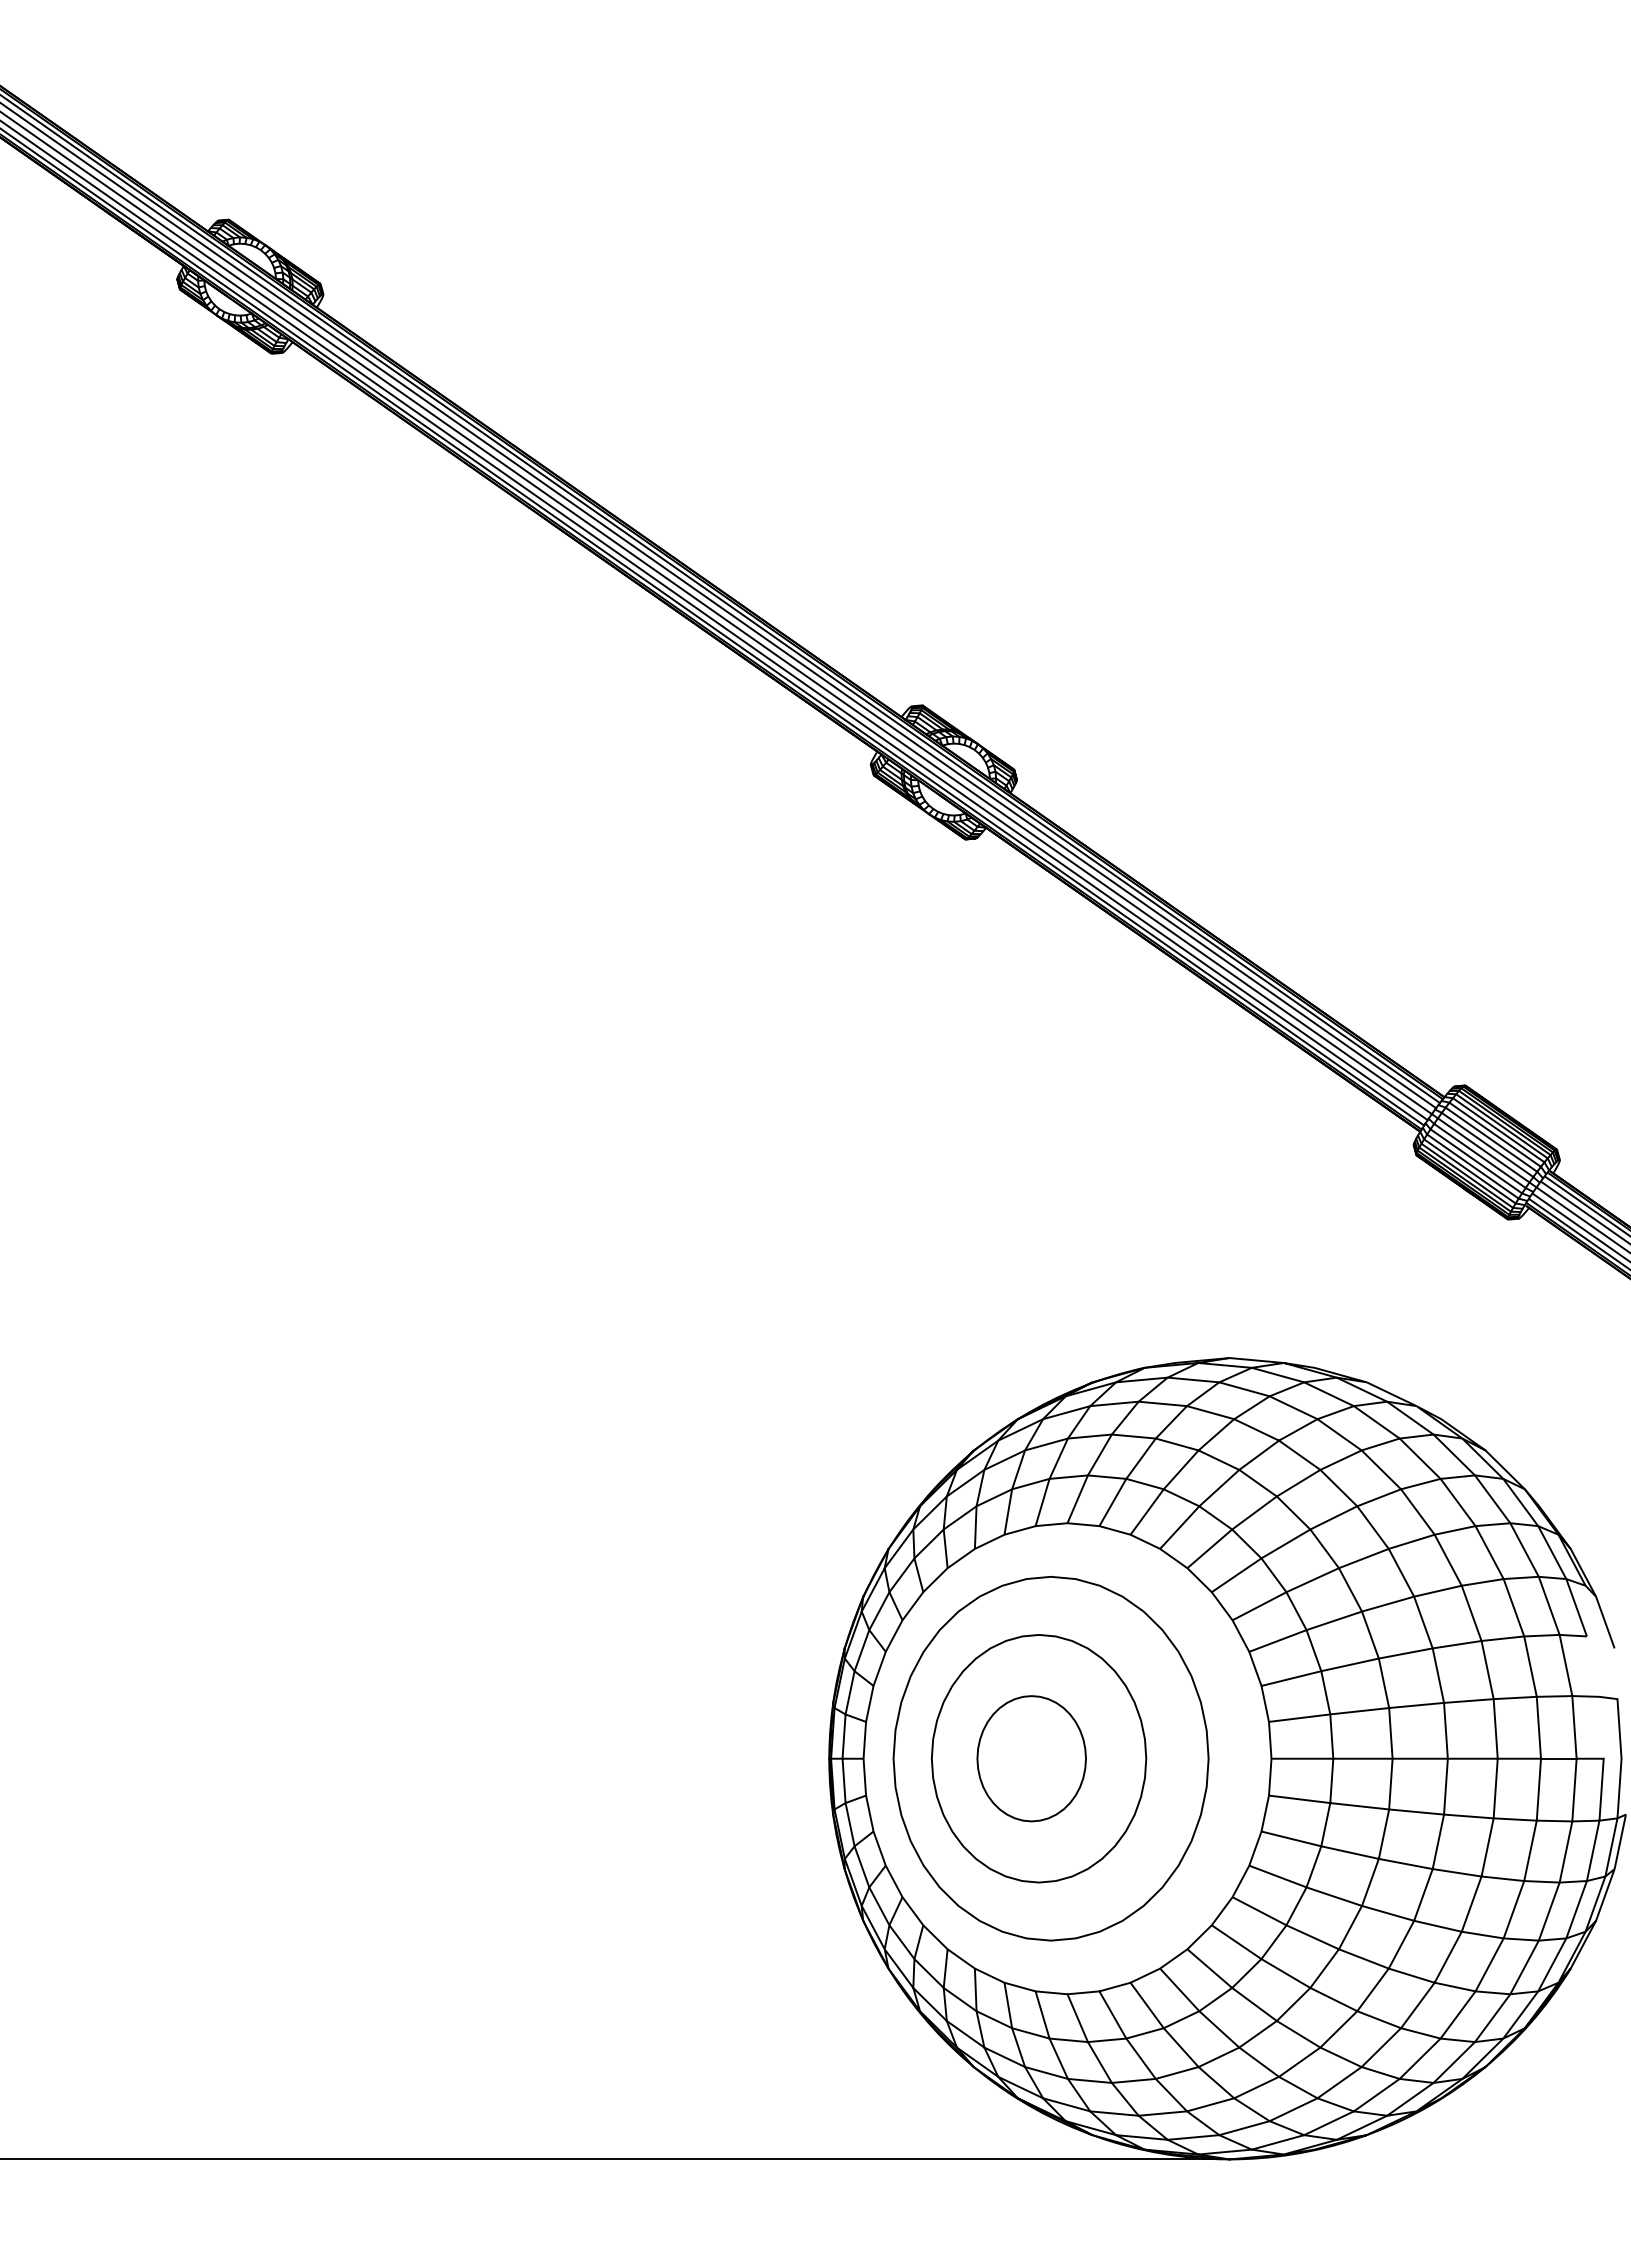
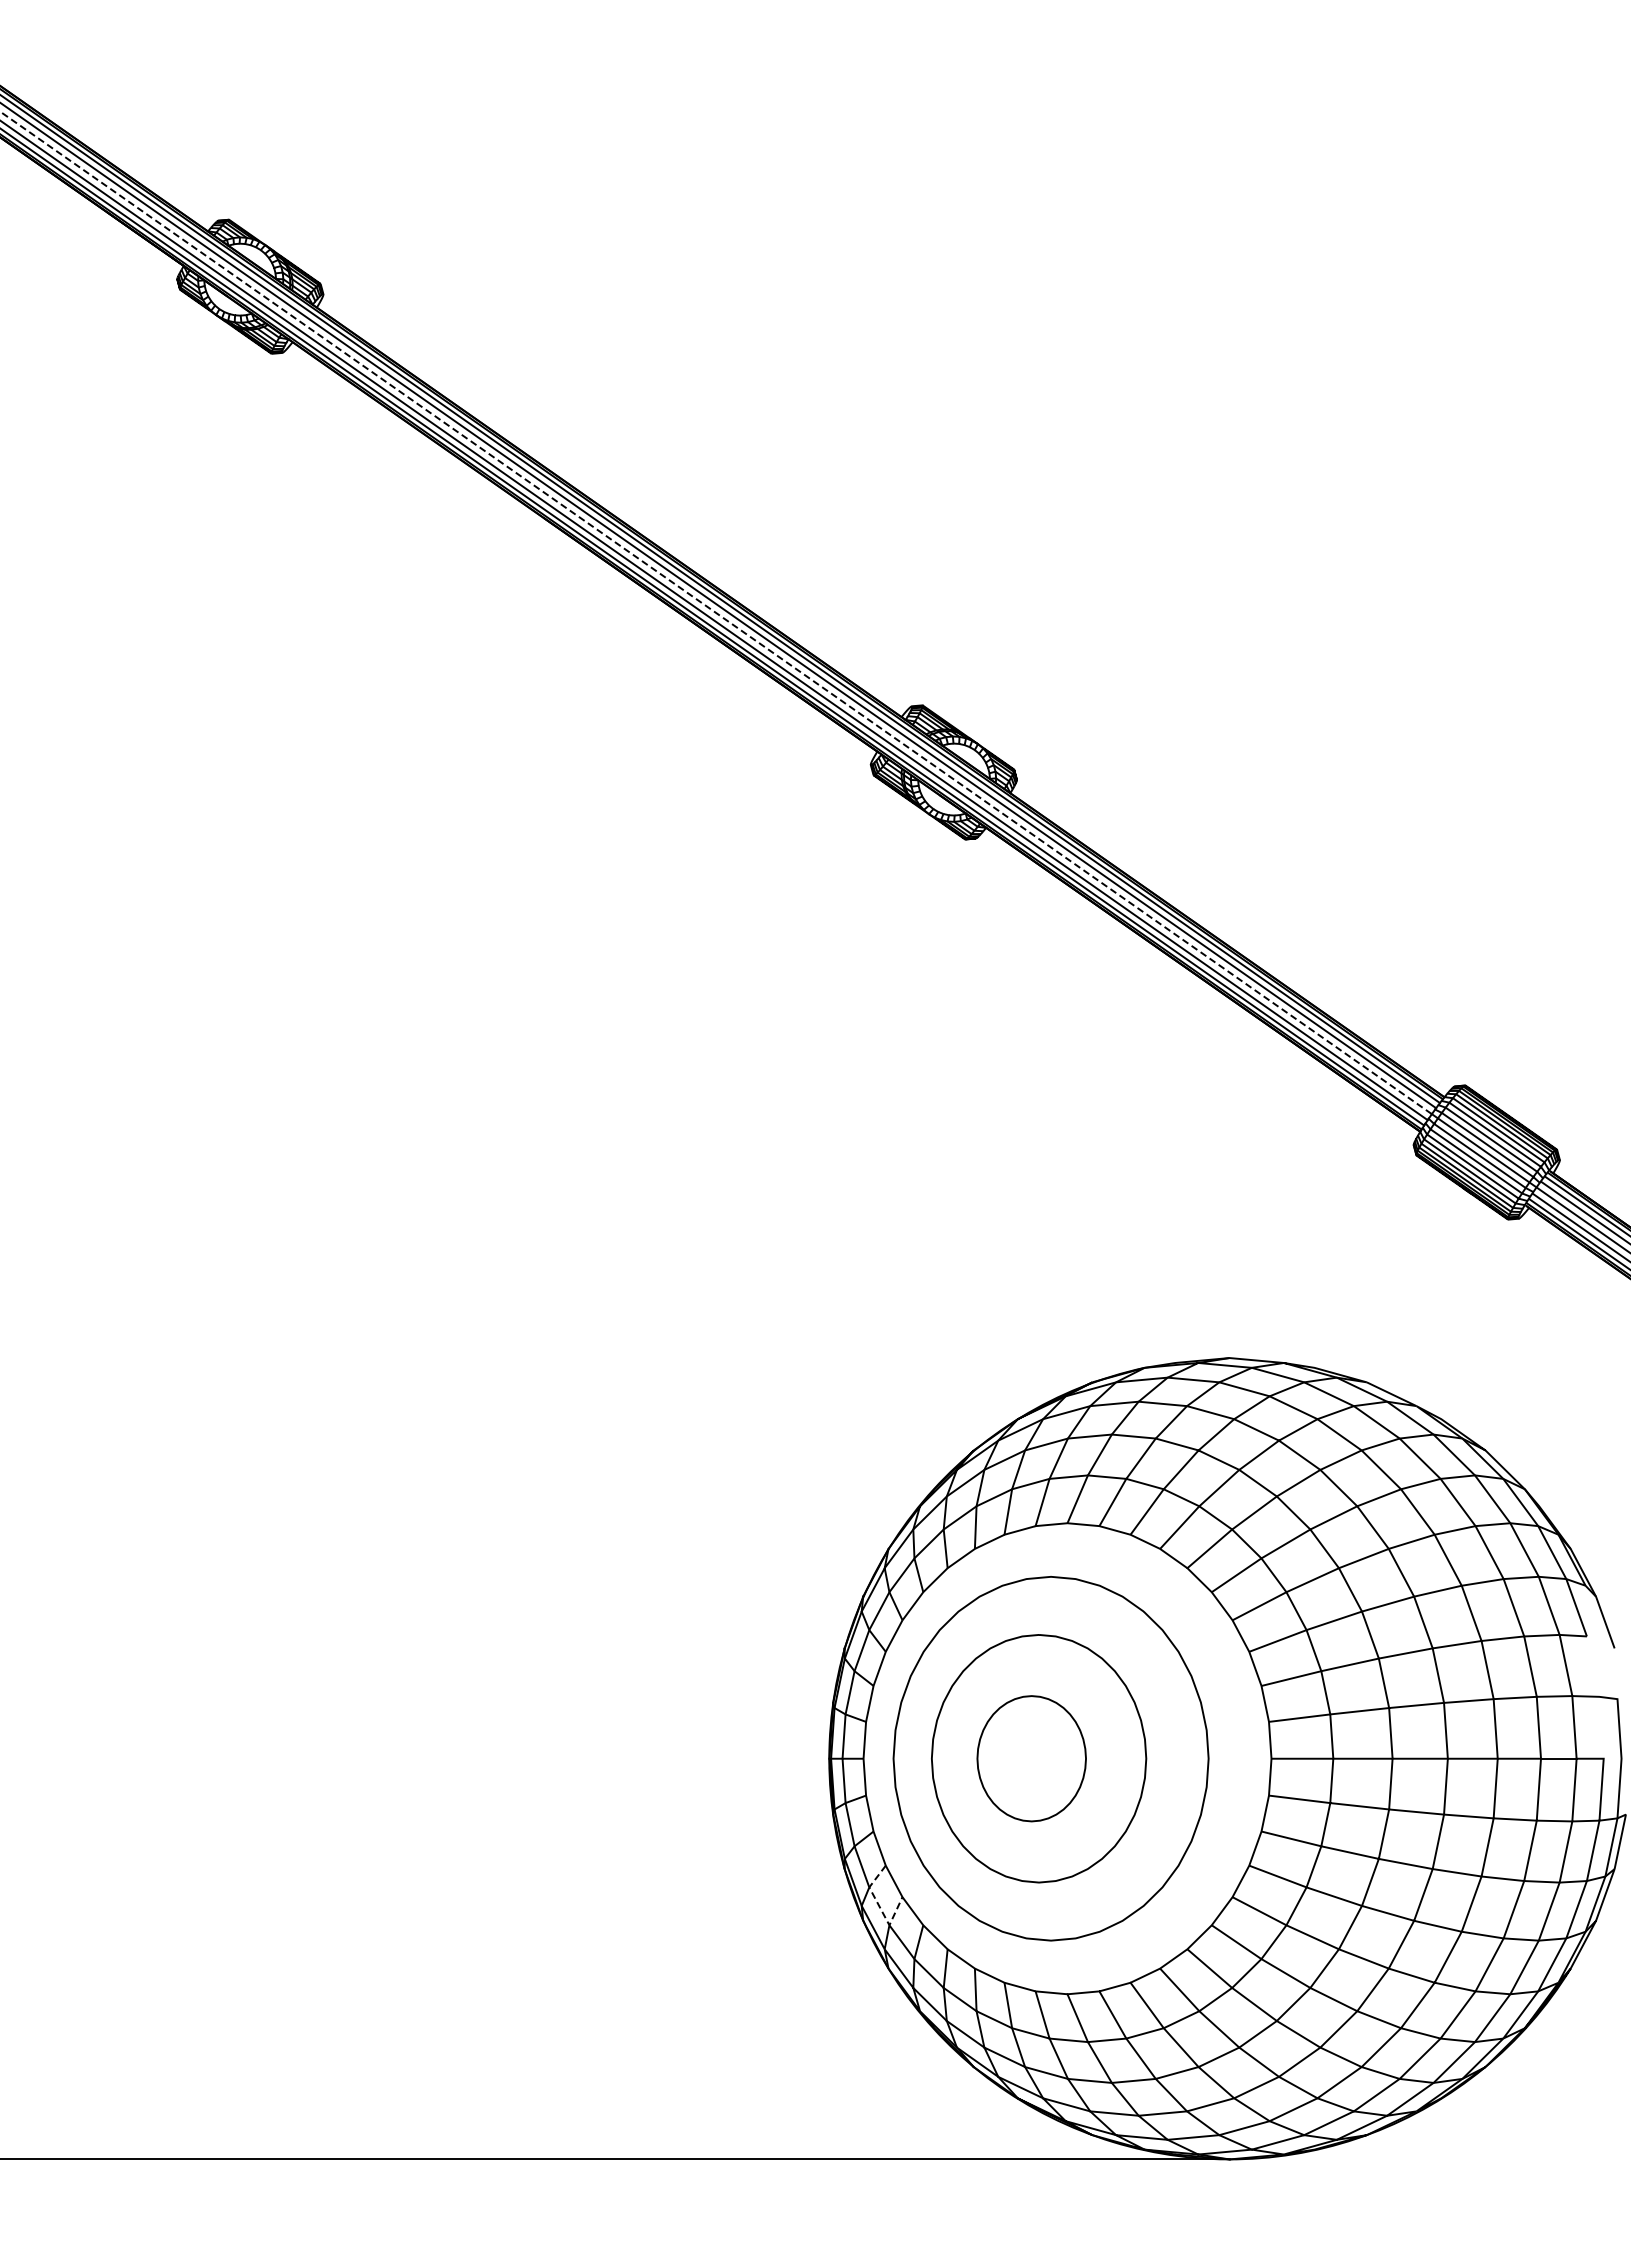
line at (716, 613): solid -> dashed
line at (880, 1908): solid -> dashed
